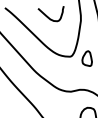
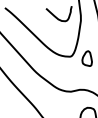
curve at (48, 16) position: (48, 16) -> (56, 16)
